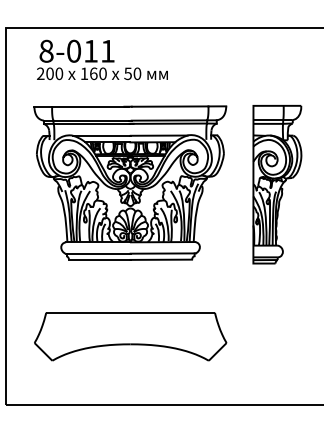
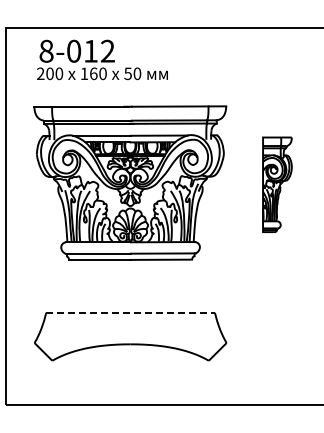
text at (107, 50): 8-011 -> 8-012
part at (277, 184) size: 51x160 px -> 31x97 px
line at (131, 312): solid -> dashed
